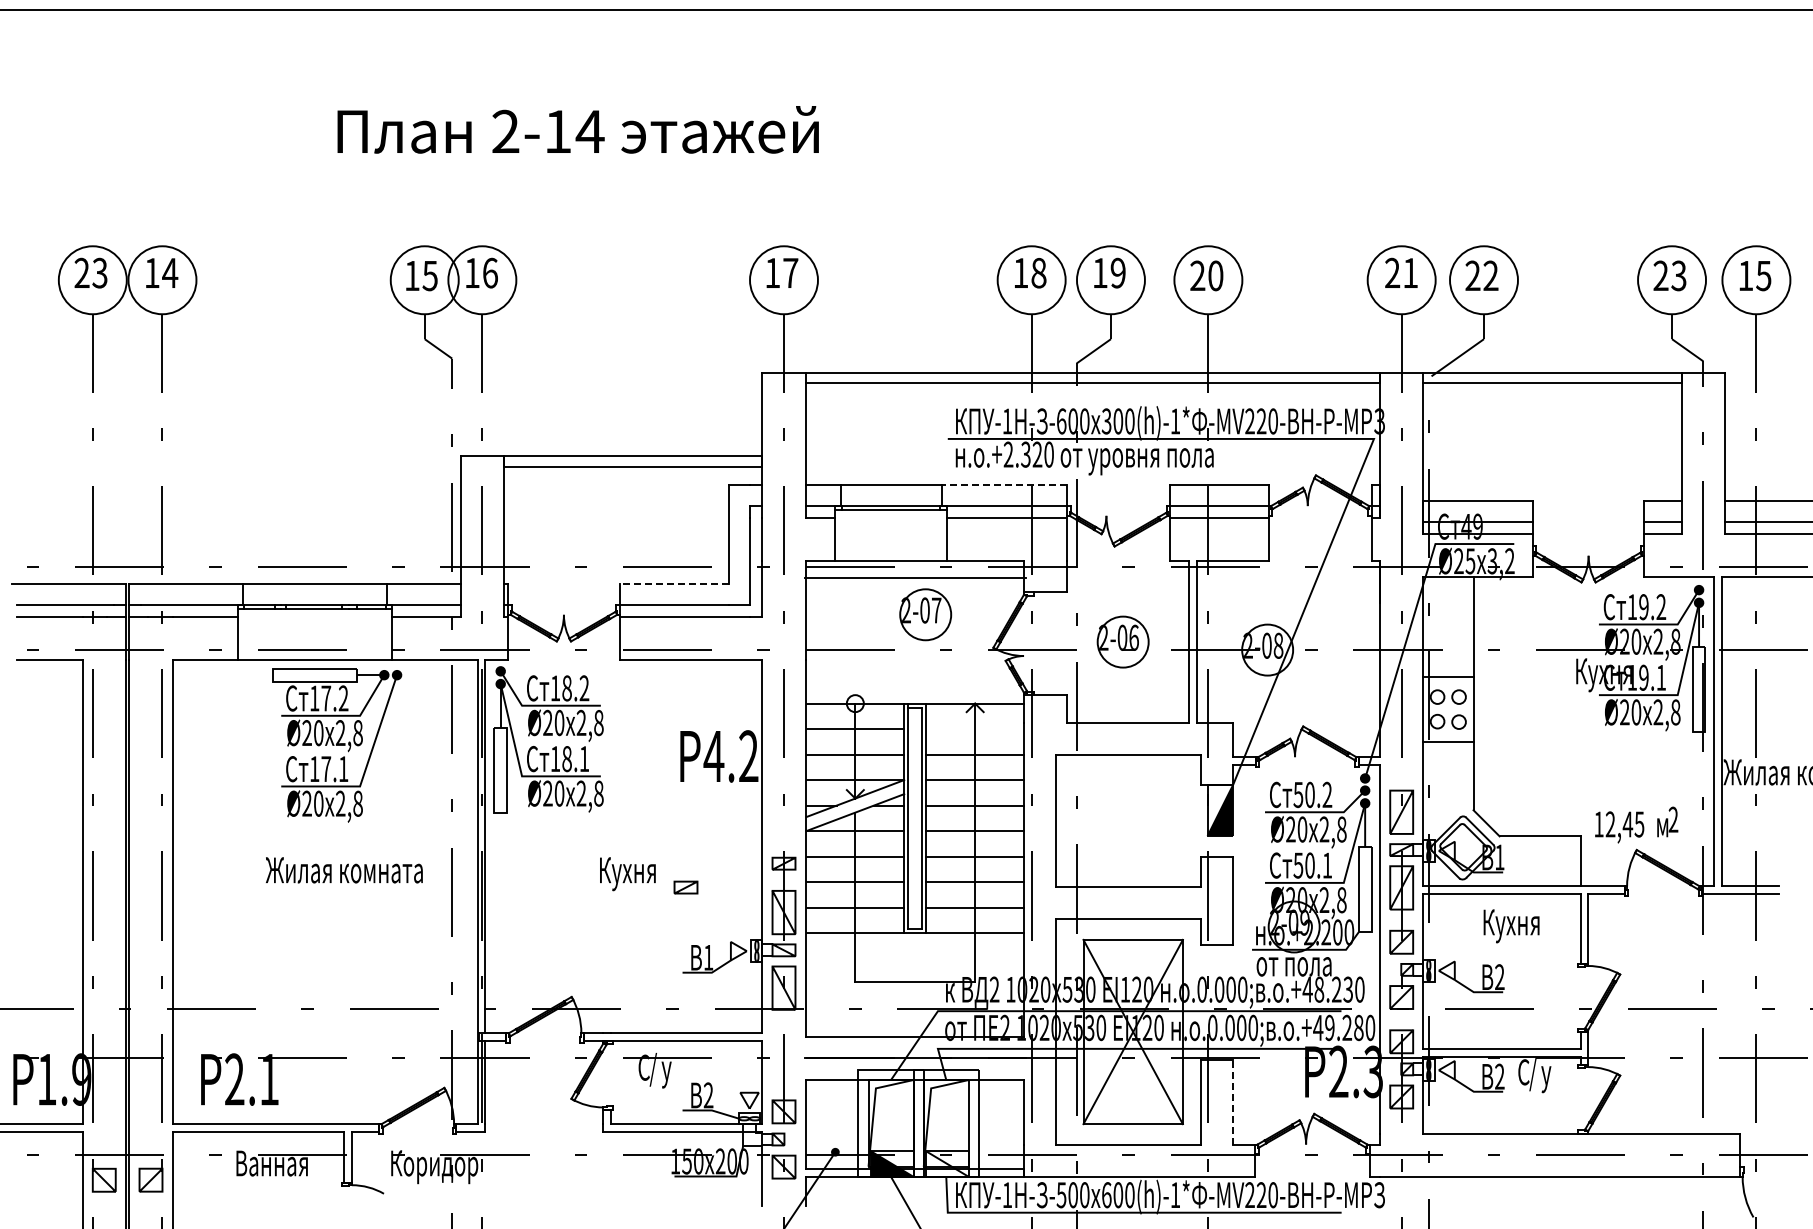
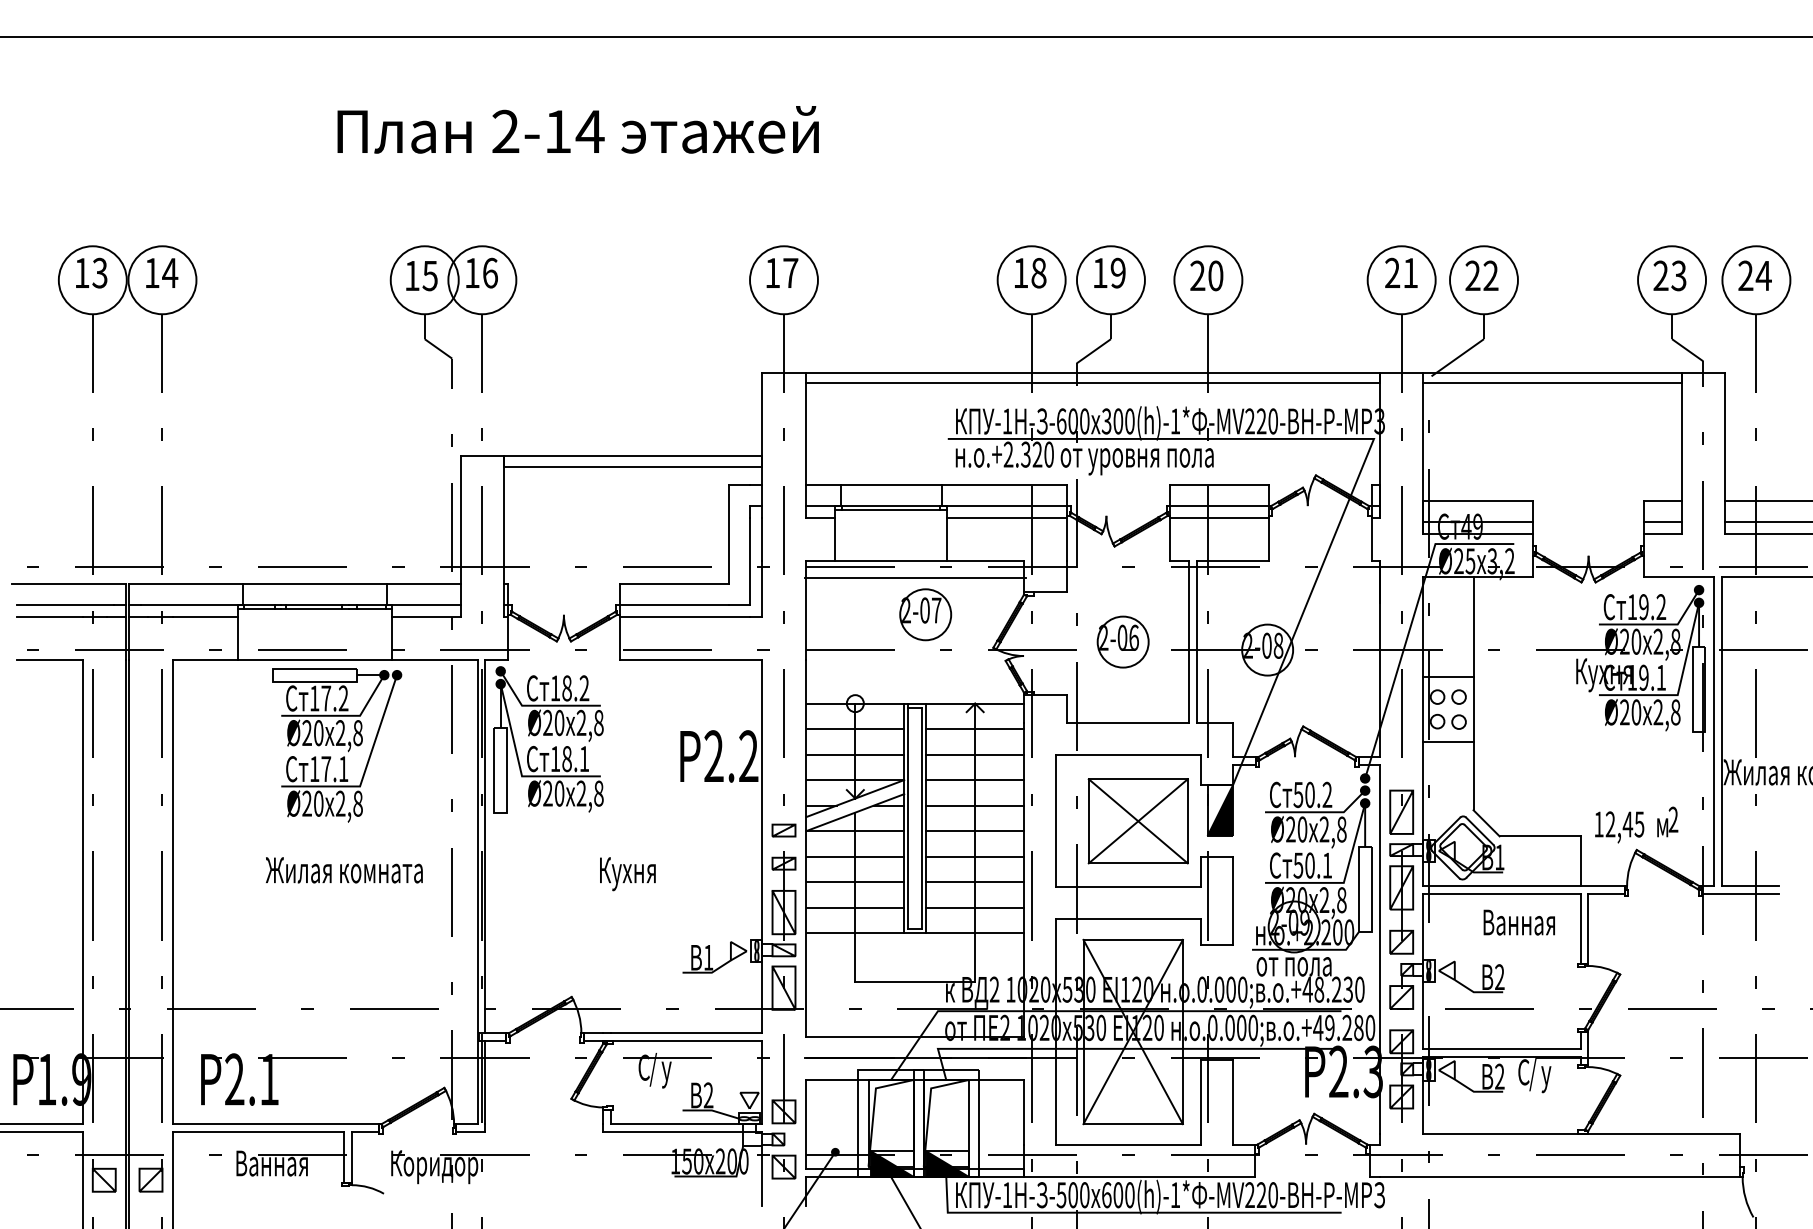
line at (905, 10) position: (905, 10) -> (905, 37)
text at (81, 272): 23 -> 13
text at (1754, 275): 15 -> 24
line at (1004, 484): dashed -> solid
line at (674, 583): dashed -> solid
line at (975, 729): none -> present
text at (713, 755): 4.2 -> 2.2
part at (1137, 821): none -> present
curve at (685, 887) position: (685, 887) -> (783, 830)
text at (1519, 926): Кухня -> Ванная
line at (1233, 1101): dashed -> solid
fill at (947, 1163): none -> present
